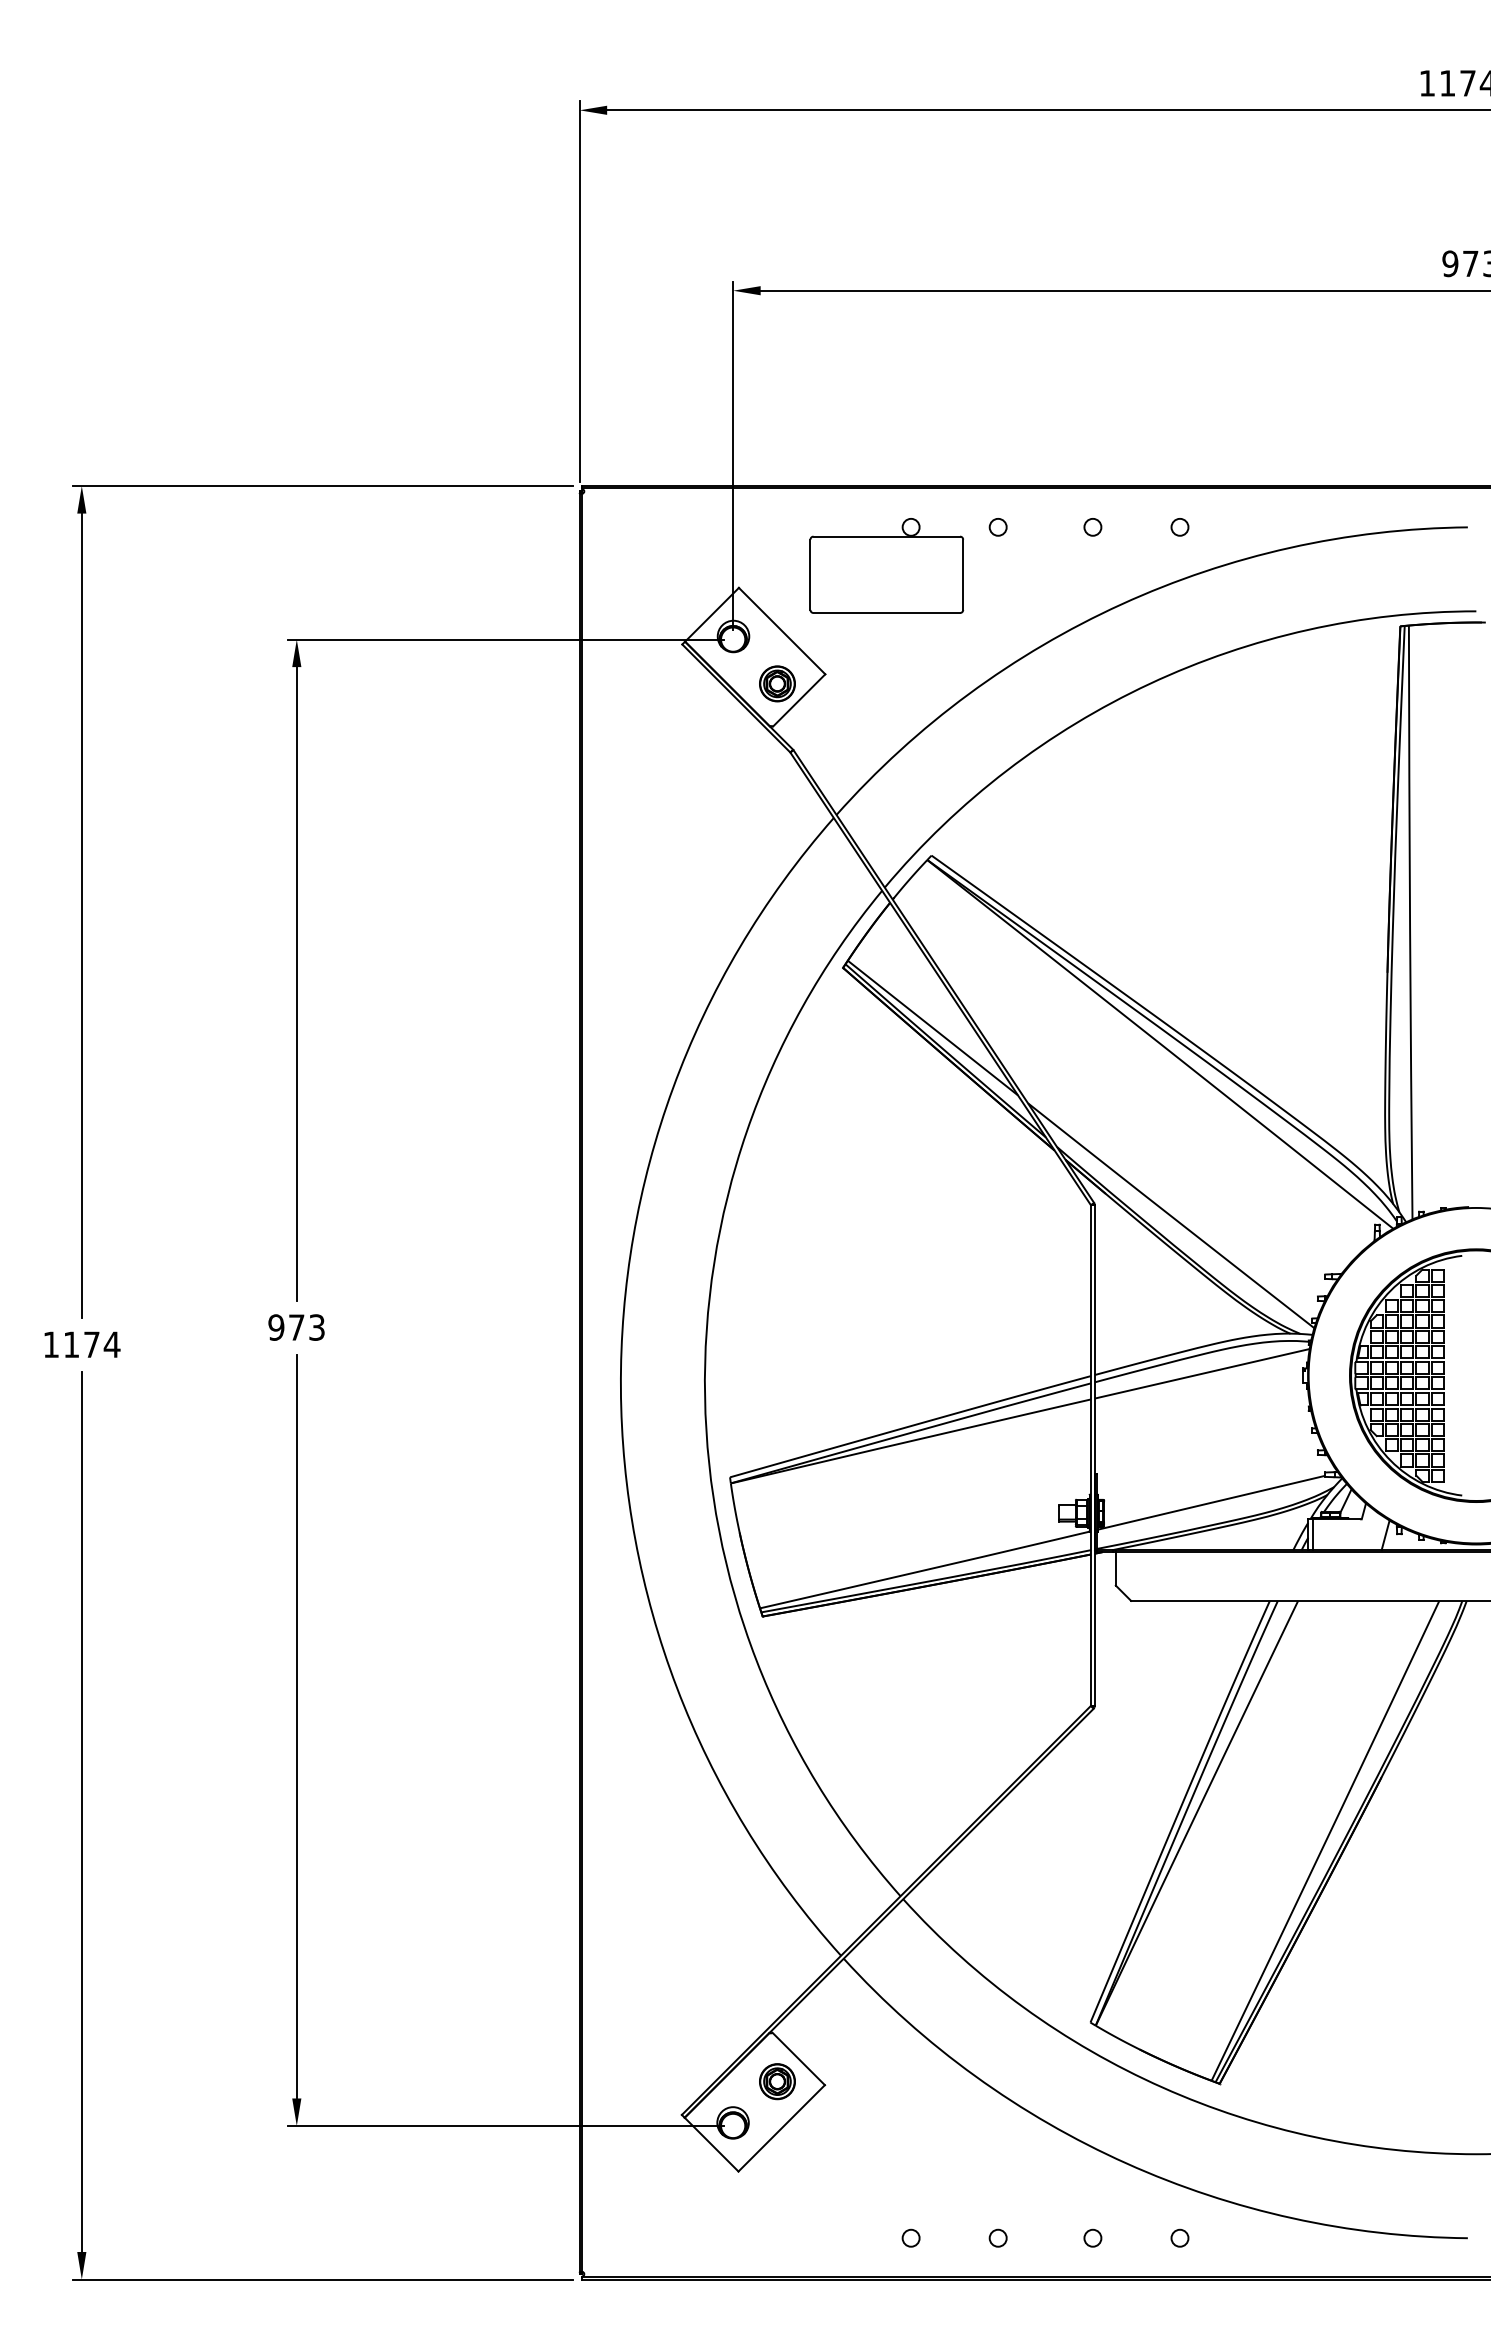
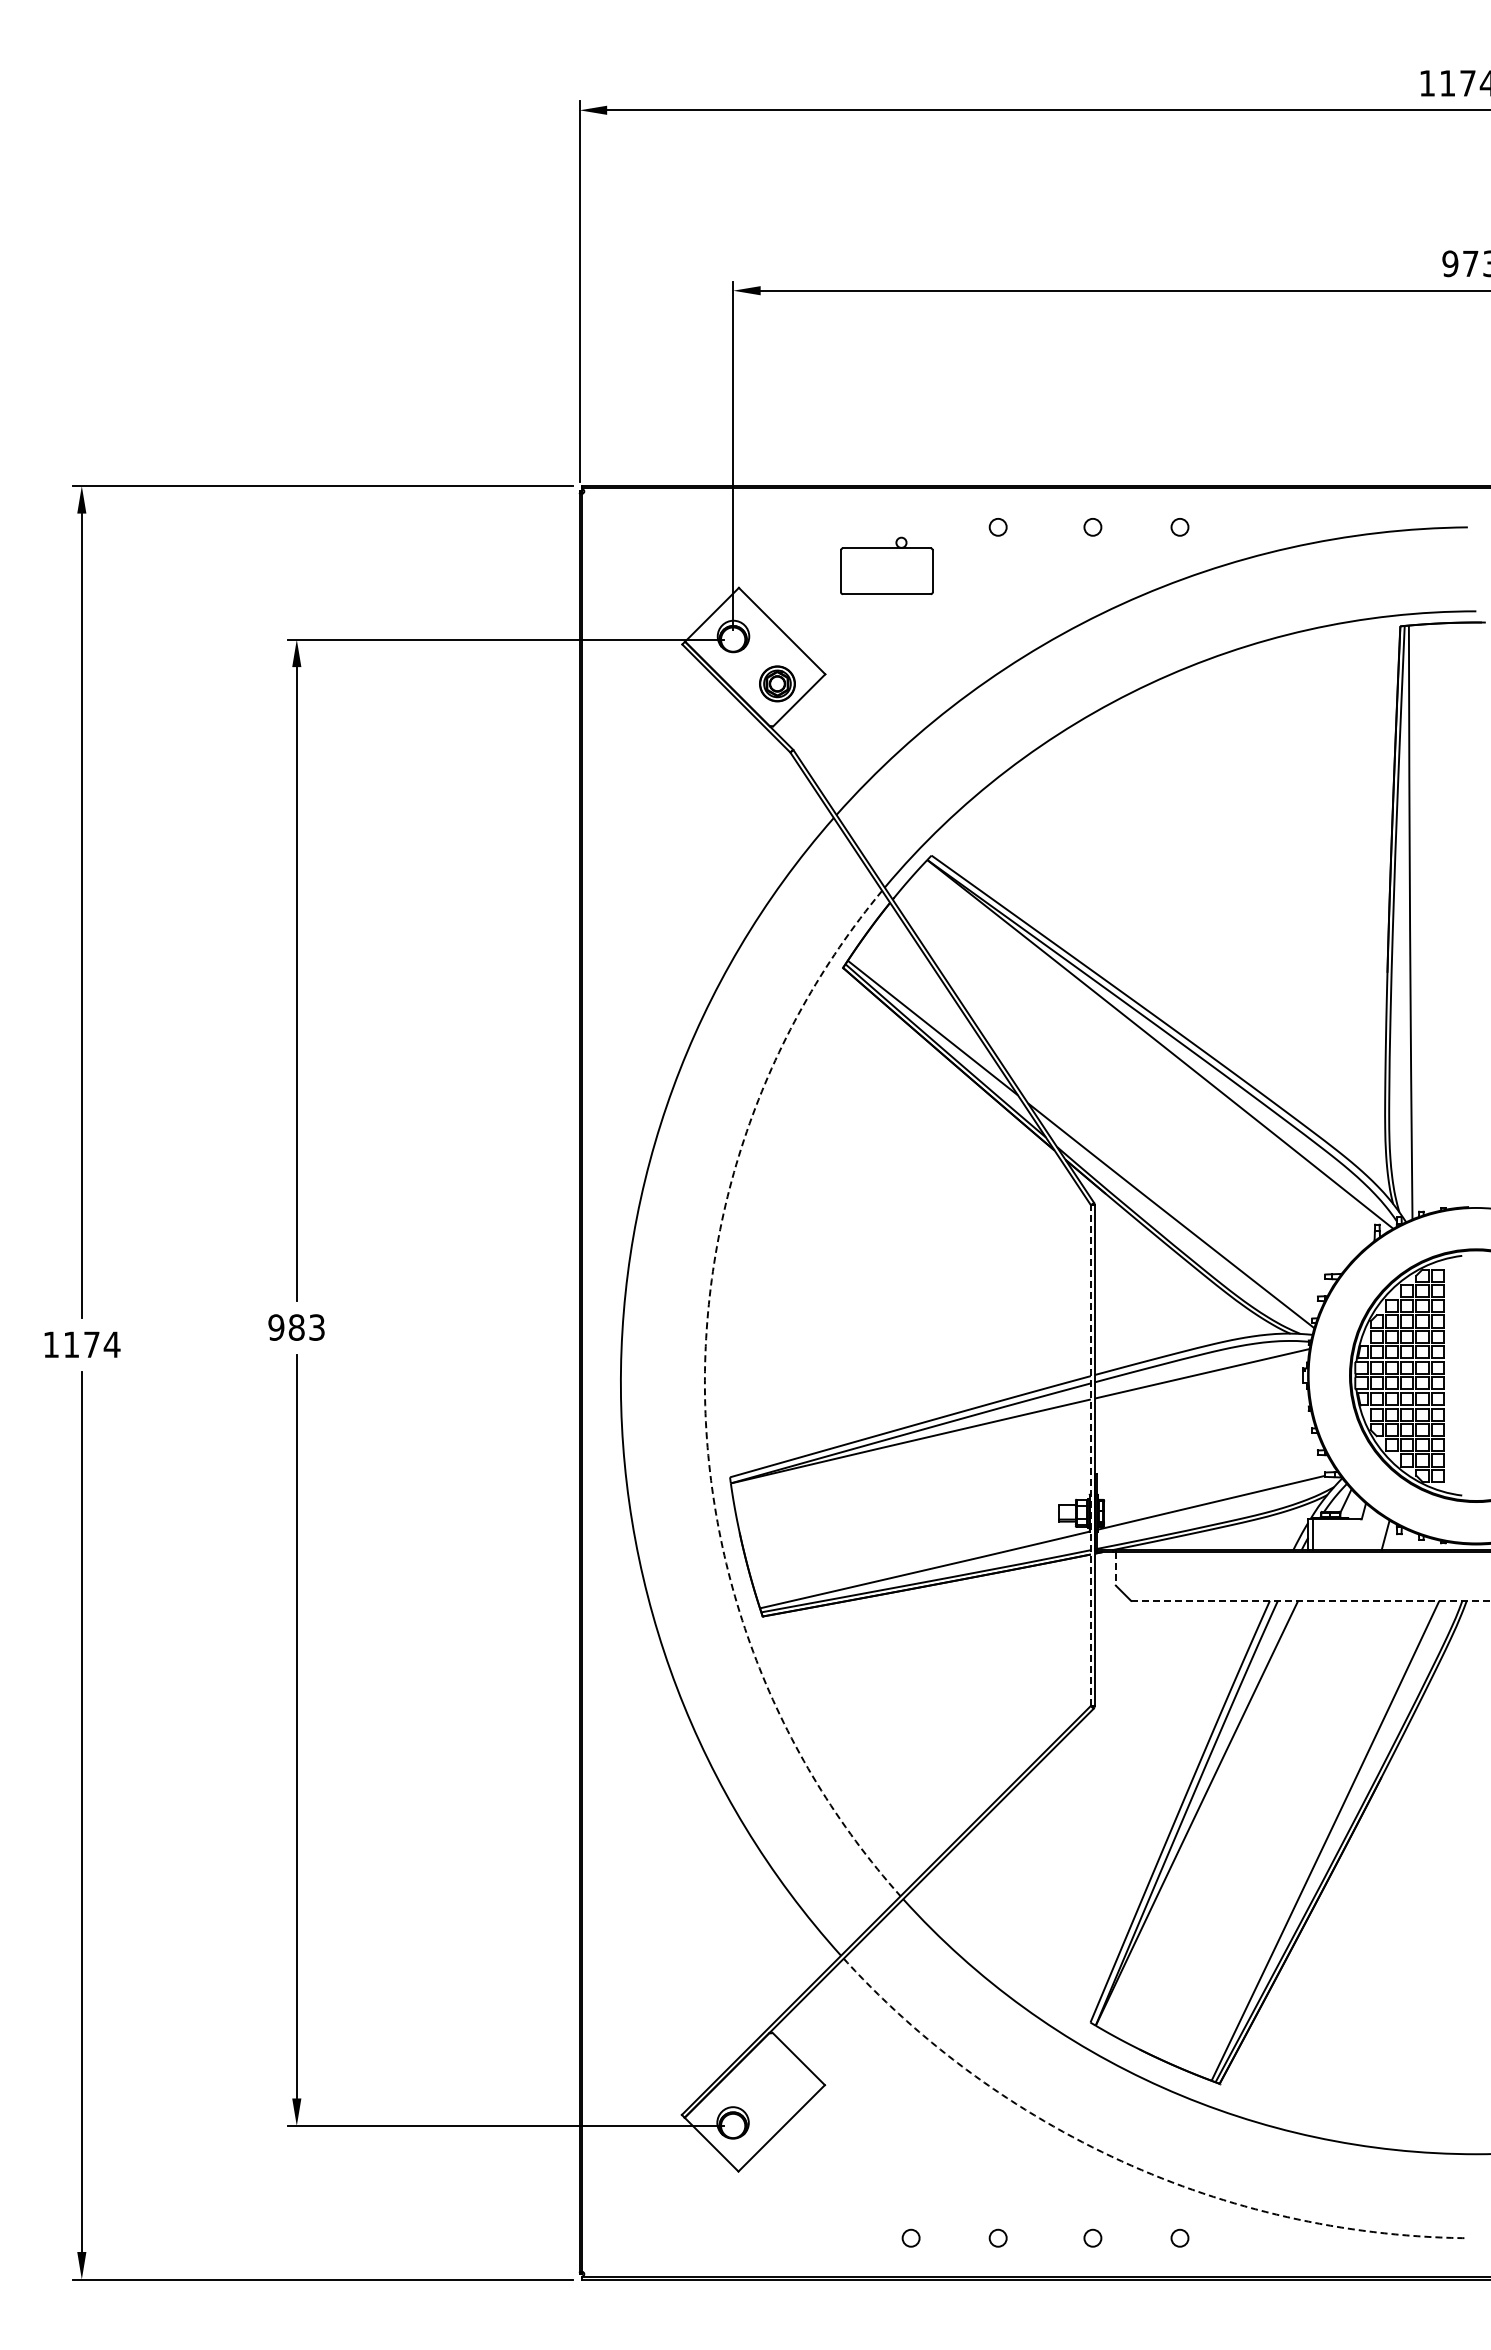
part at (886, 565) size: 156x96 px -> 94x59 px
text at (296, 1327): 973 -> 983
arc at (705, 1396): solid -> dashed
line at (1090, 1455): solid -> dashed
line at (1115, 1568): solid -> dashed
line at (1310, 1600): solid -> dashed
part at (777, 2081): present -> none
arc at (1126, 2163): solid -> dashed
